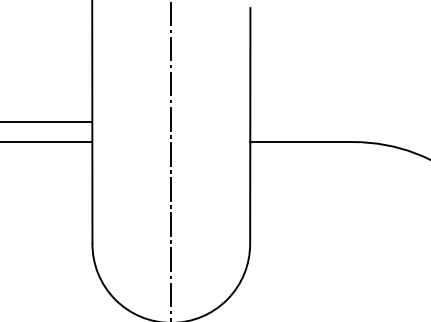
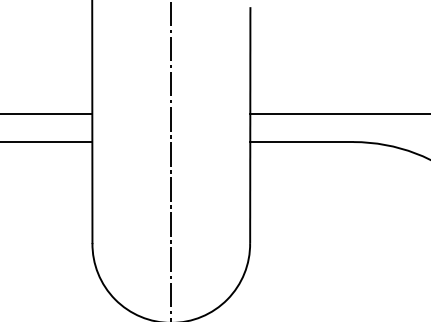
line at (338, 113): none -> present
line at (47, 121) position: (47, 121) -> (47, 113)
